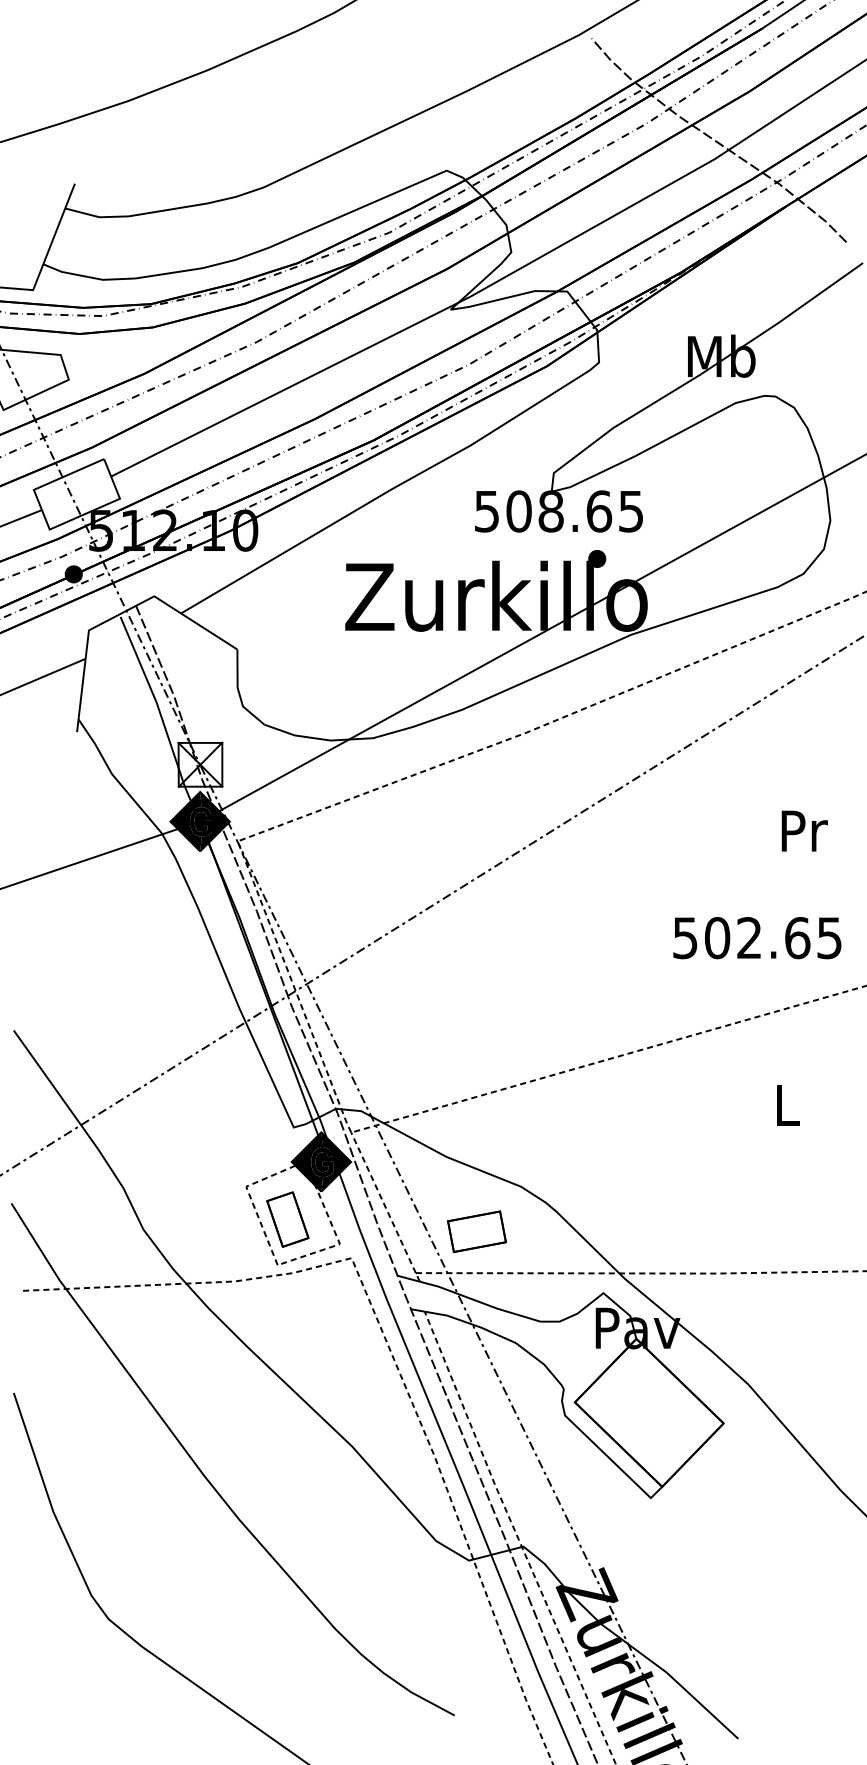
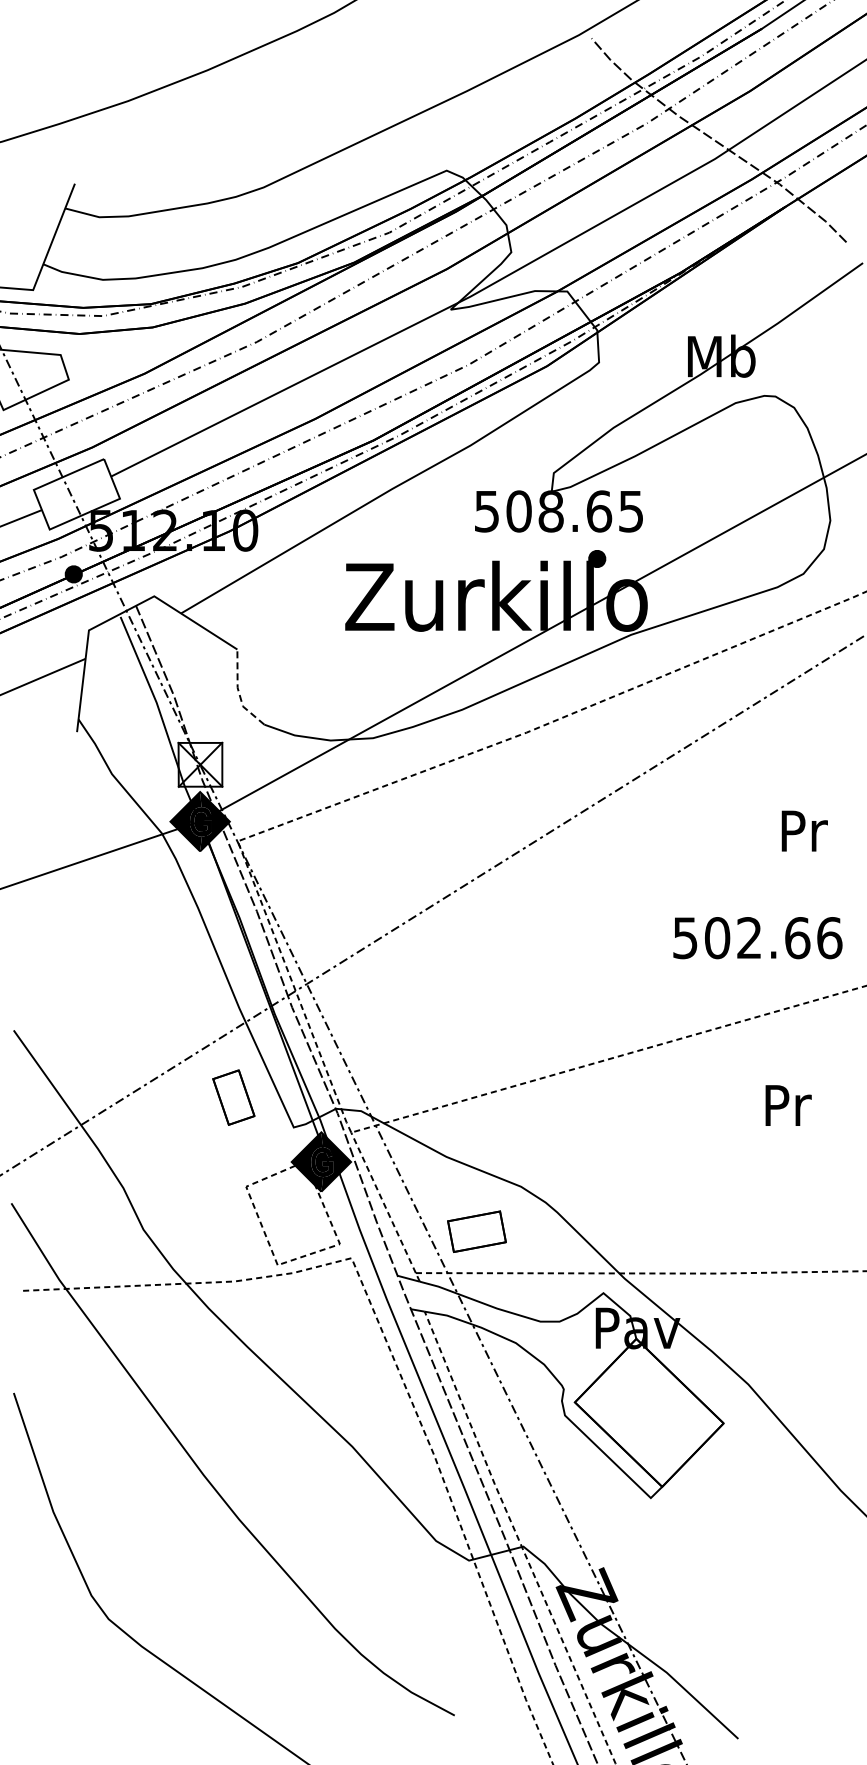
line at (238, 692): solid -> dashed
text at (829, 938): 502.65 -> 502.66
text at (788, 1105): L -> Pr
part at (287, 1219) position: (287, 1219) -> (233, 1097)
